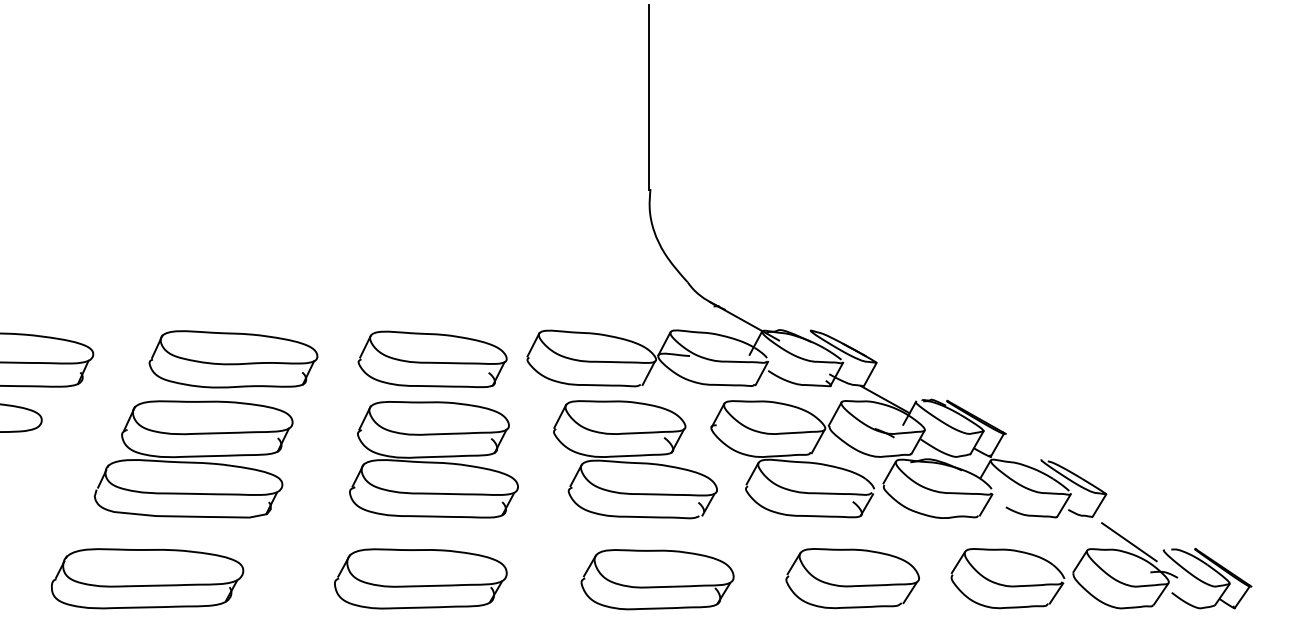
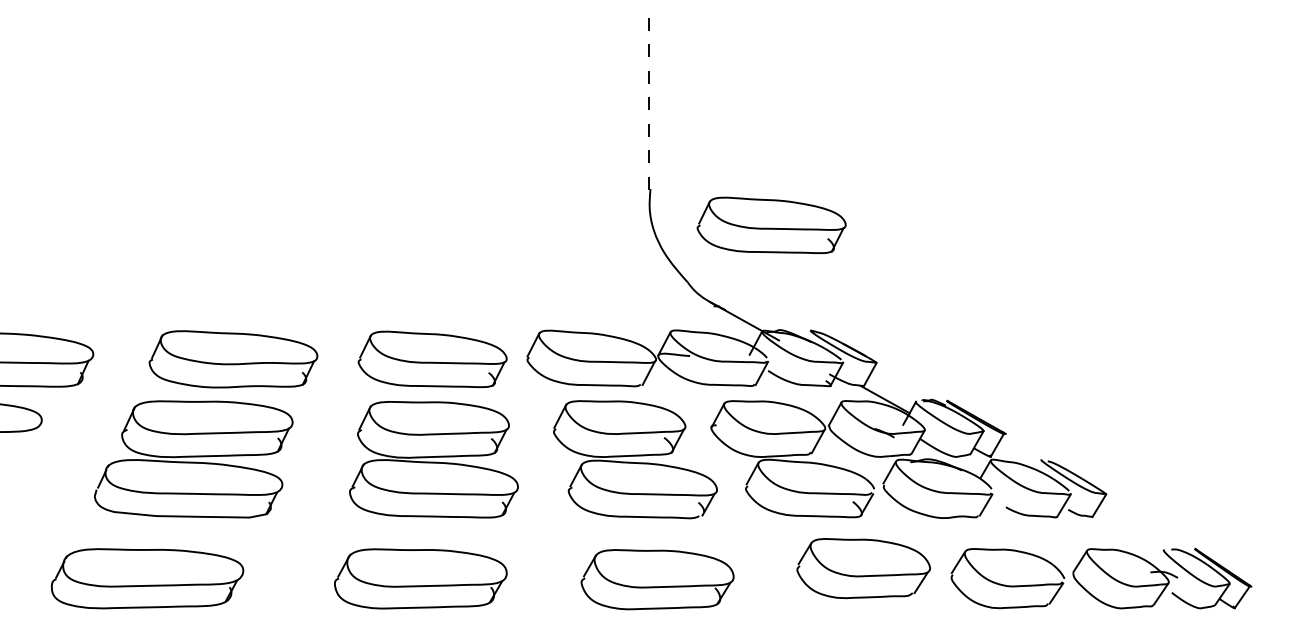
line at (649, 97): solid -> dashed
part at (771, 224): none -> present
line at (1129, 542): present -> none
part at (852, 578) position: (852, 578) -> (863, 568)
